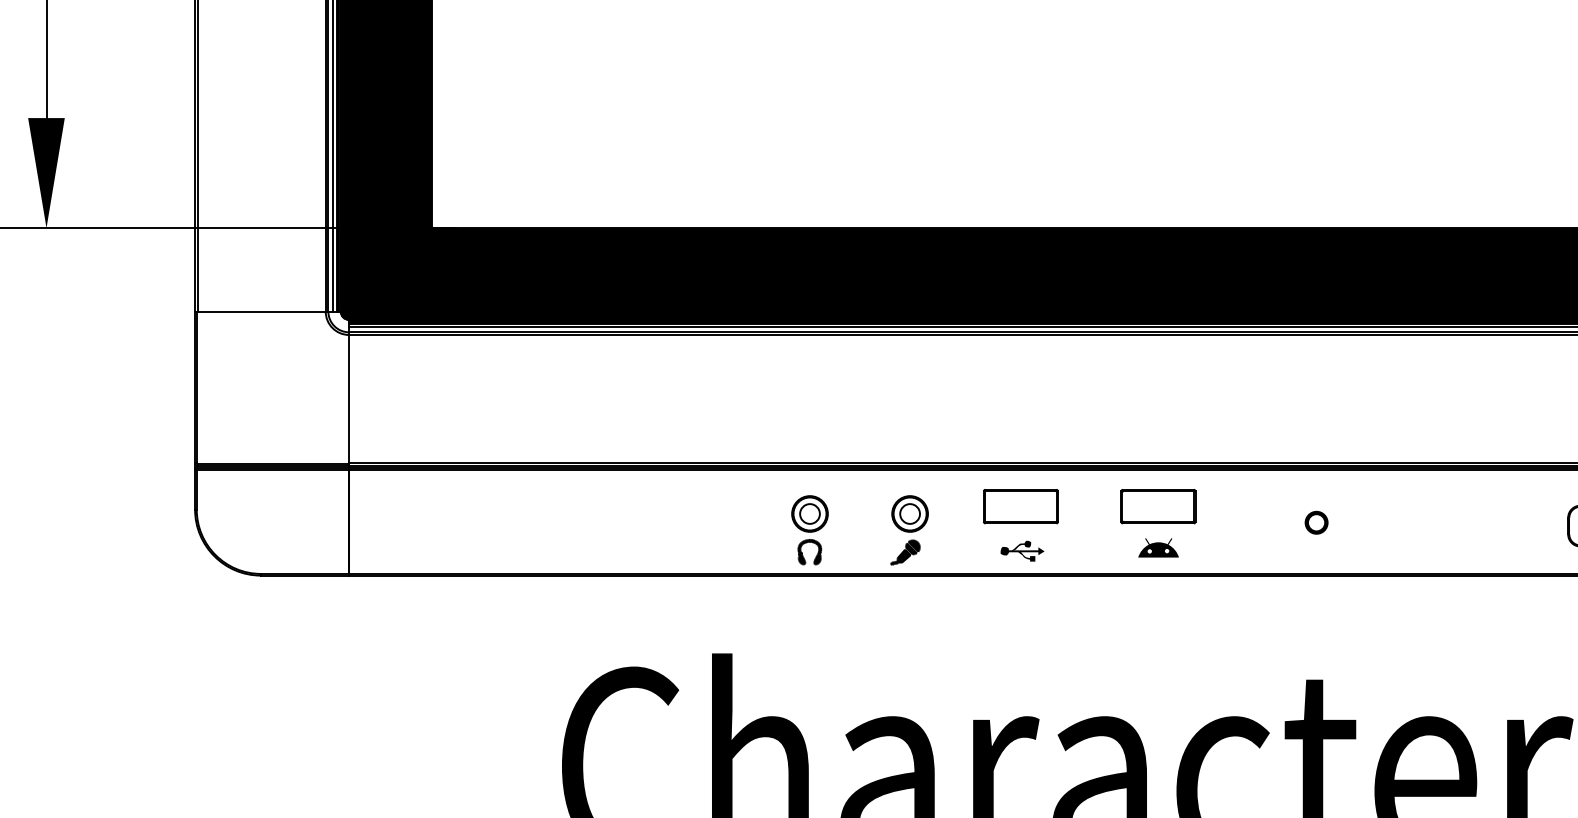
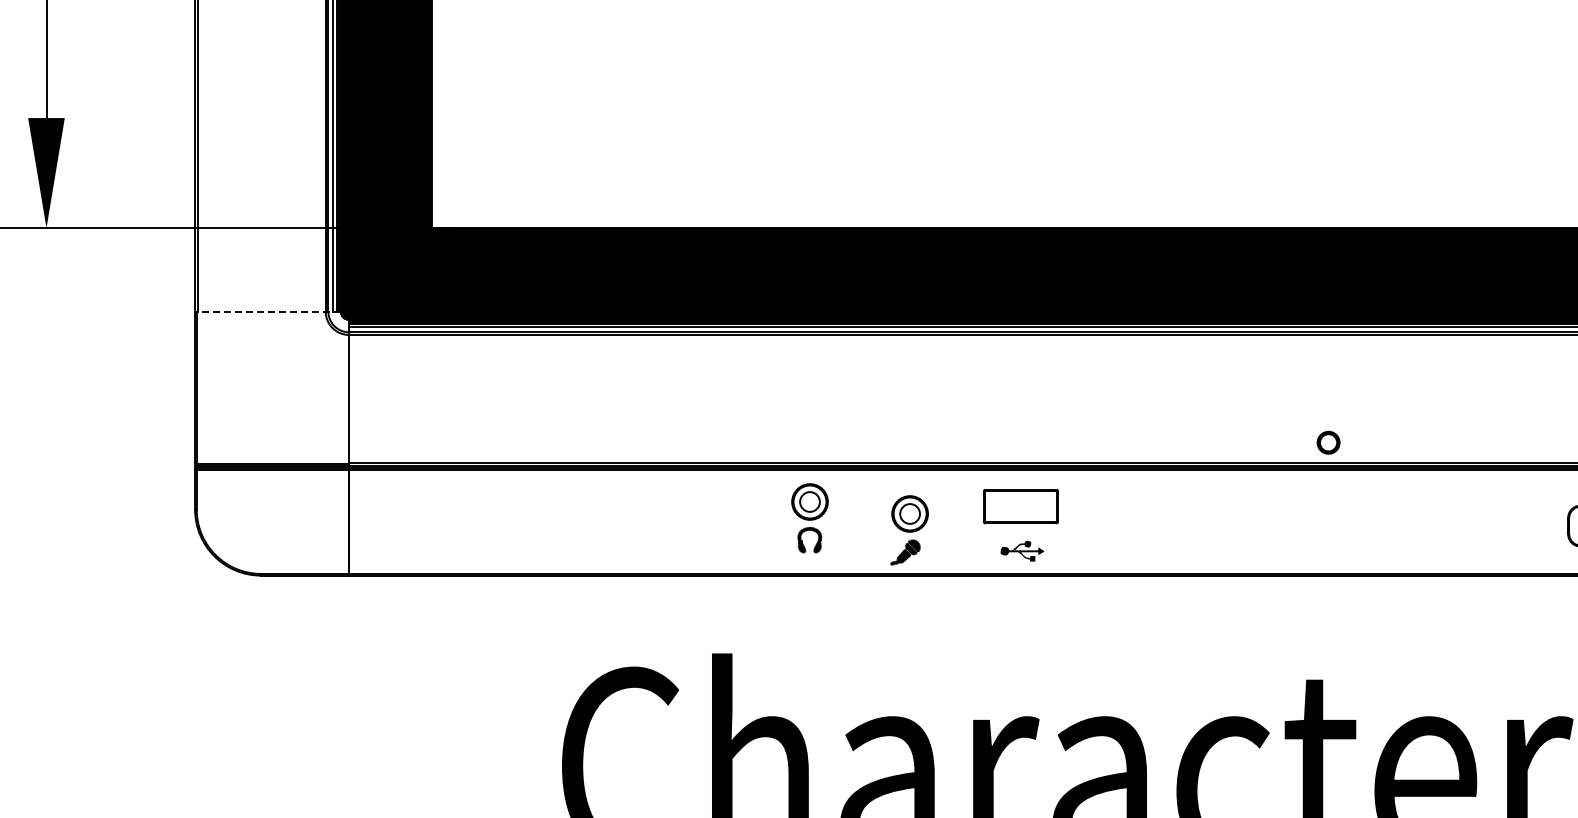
line at (268, 311): solid -> dashed
part at (1158, 506): present -> none
part at (1316, 522) position: (1316, 522) -> (1328, 442)
part at (809, 530) position: (809, 530) -> (809, 518)
part at (1158, 547): present -> none
